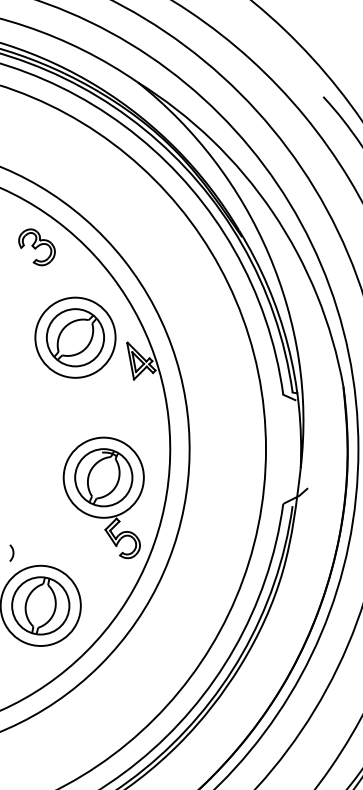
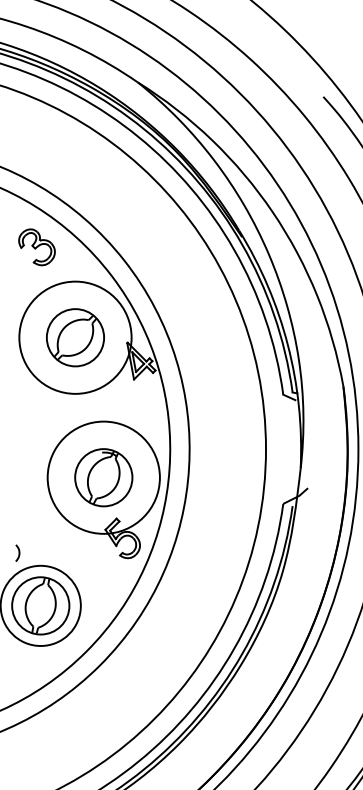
circle at (75, 337) diameter: 80 px -> 112 px
circle at (103, 477) diameter: 80 px -> 112 px
curve at (12, 552) position: (12, 552) -> (18, 552)
